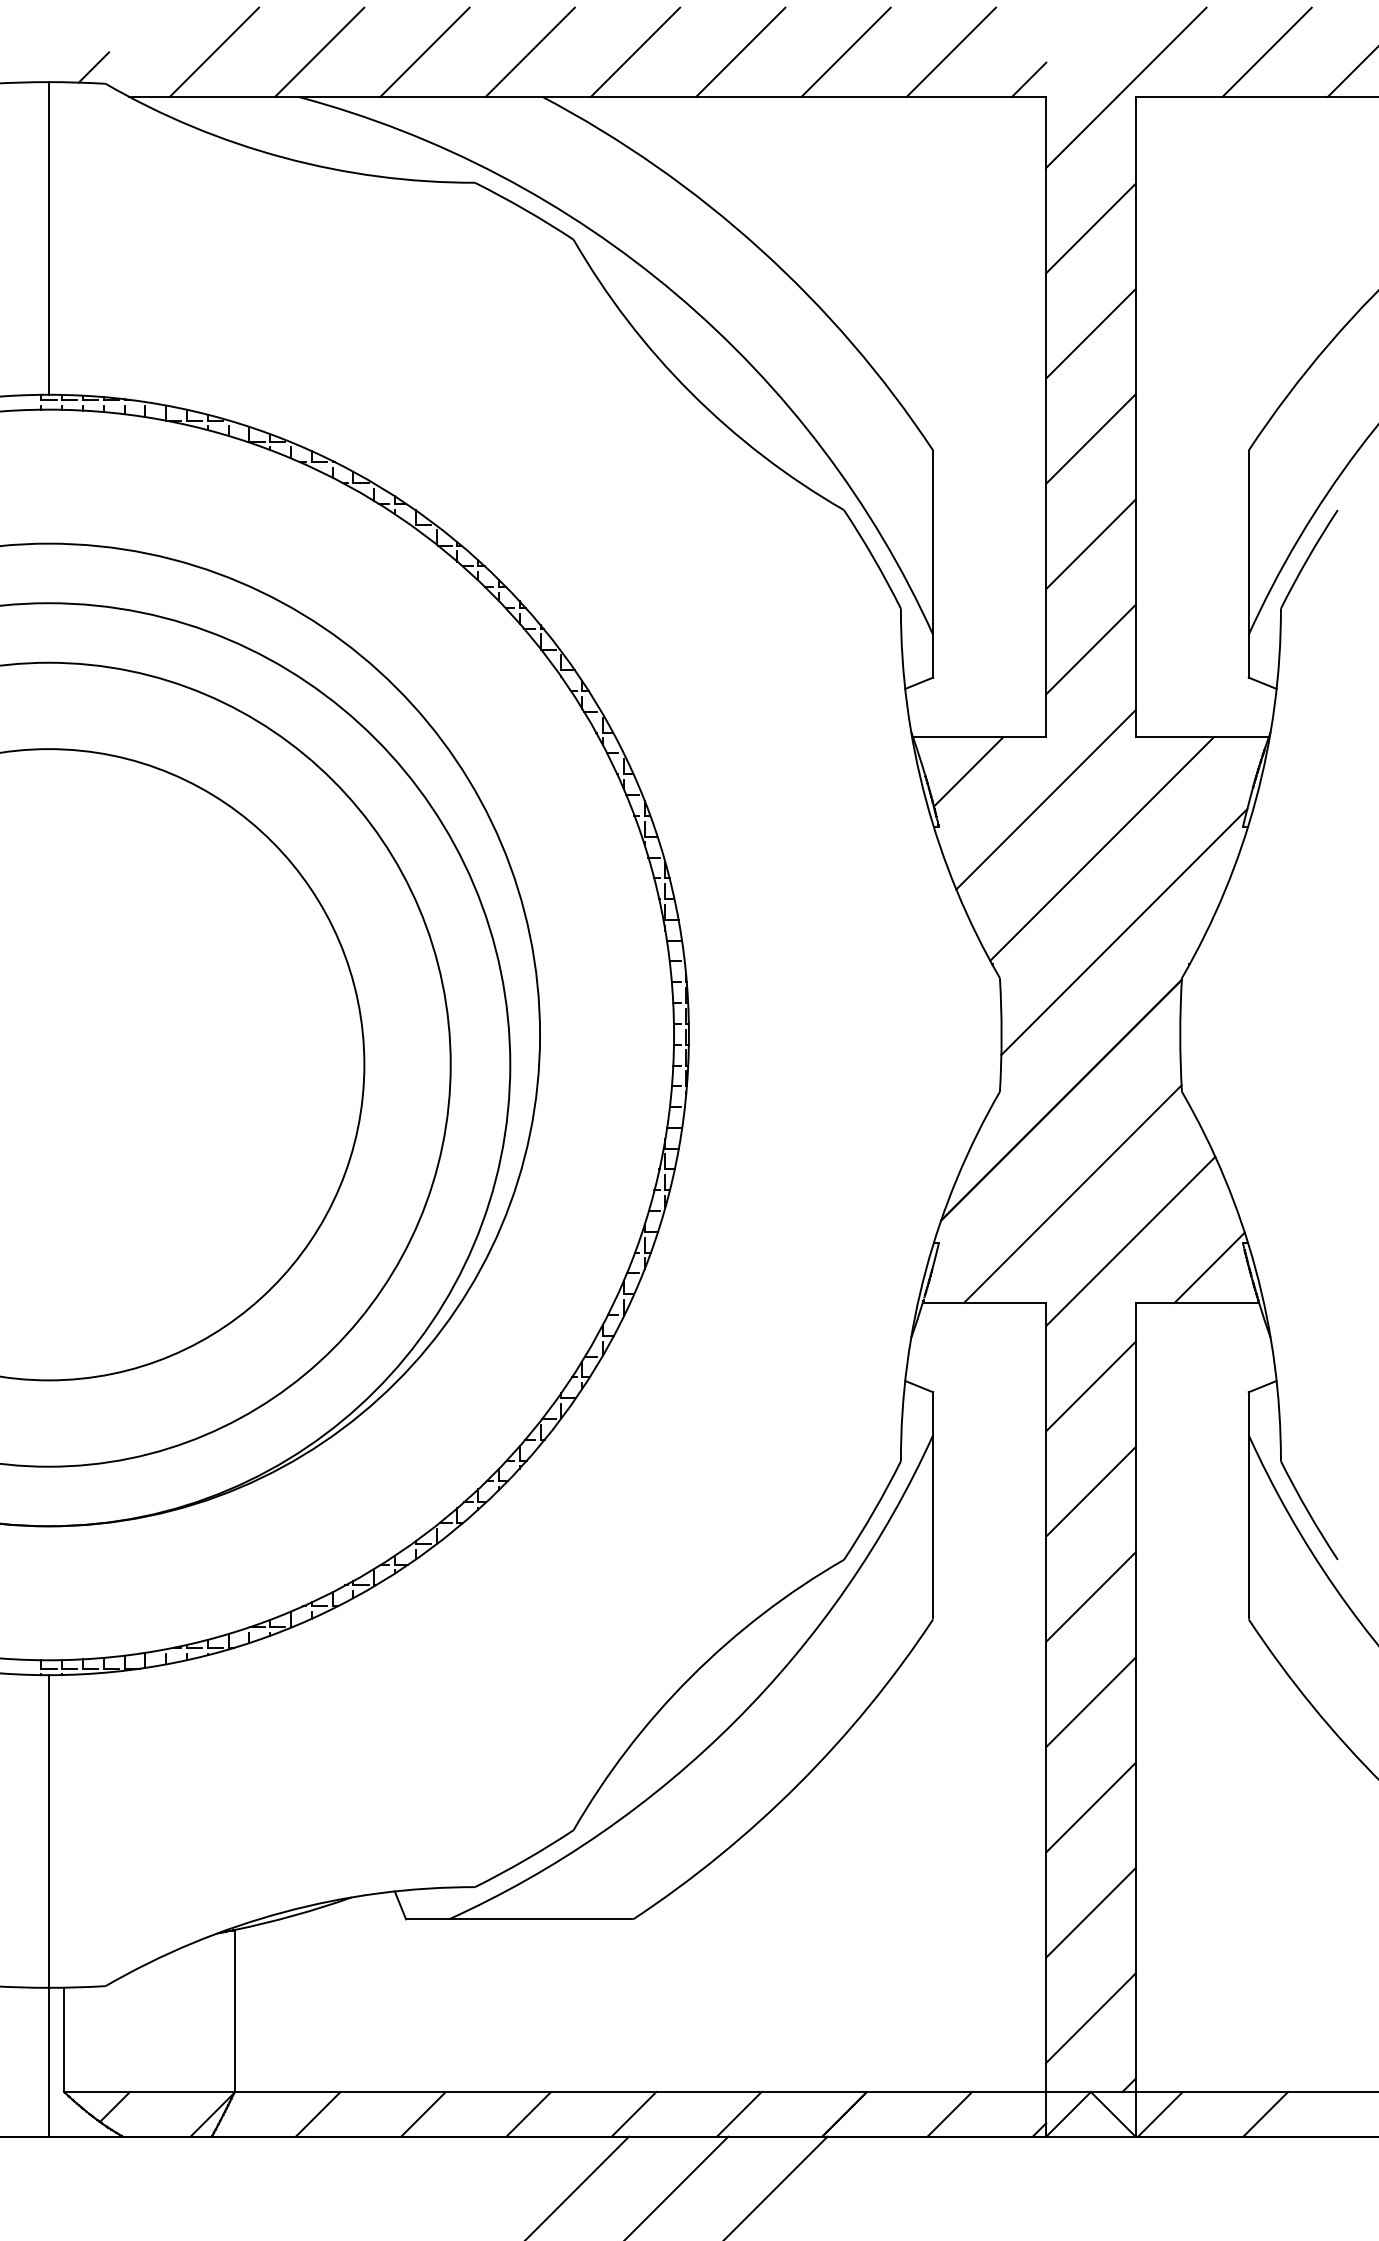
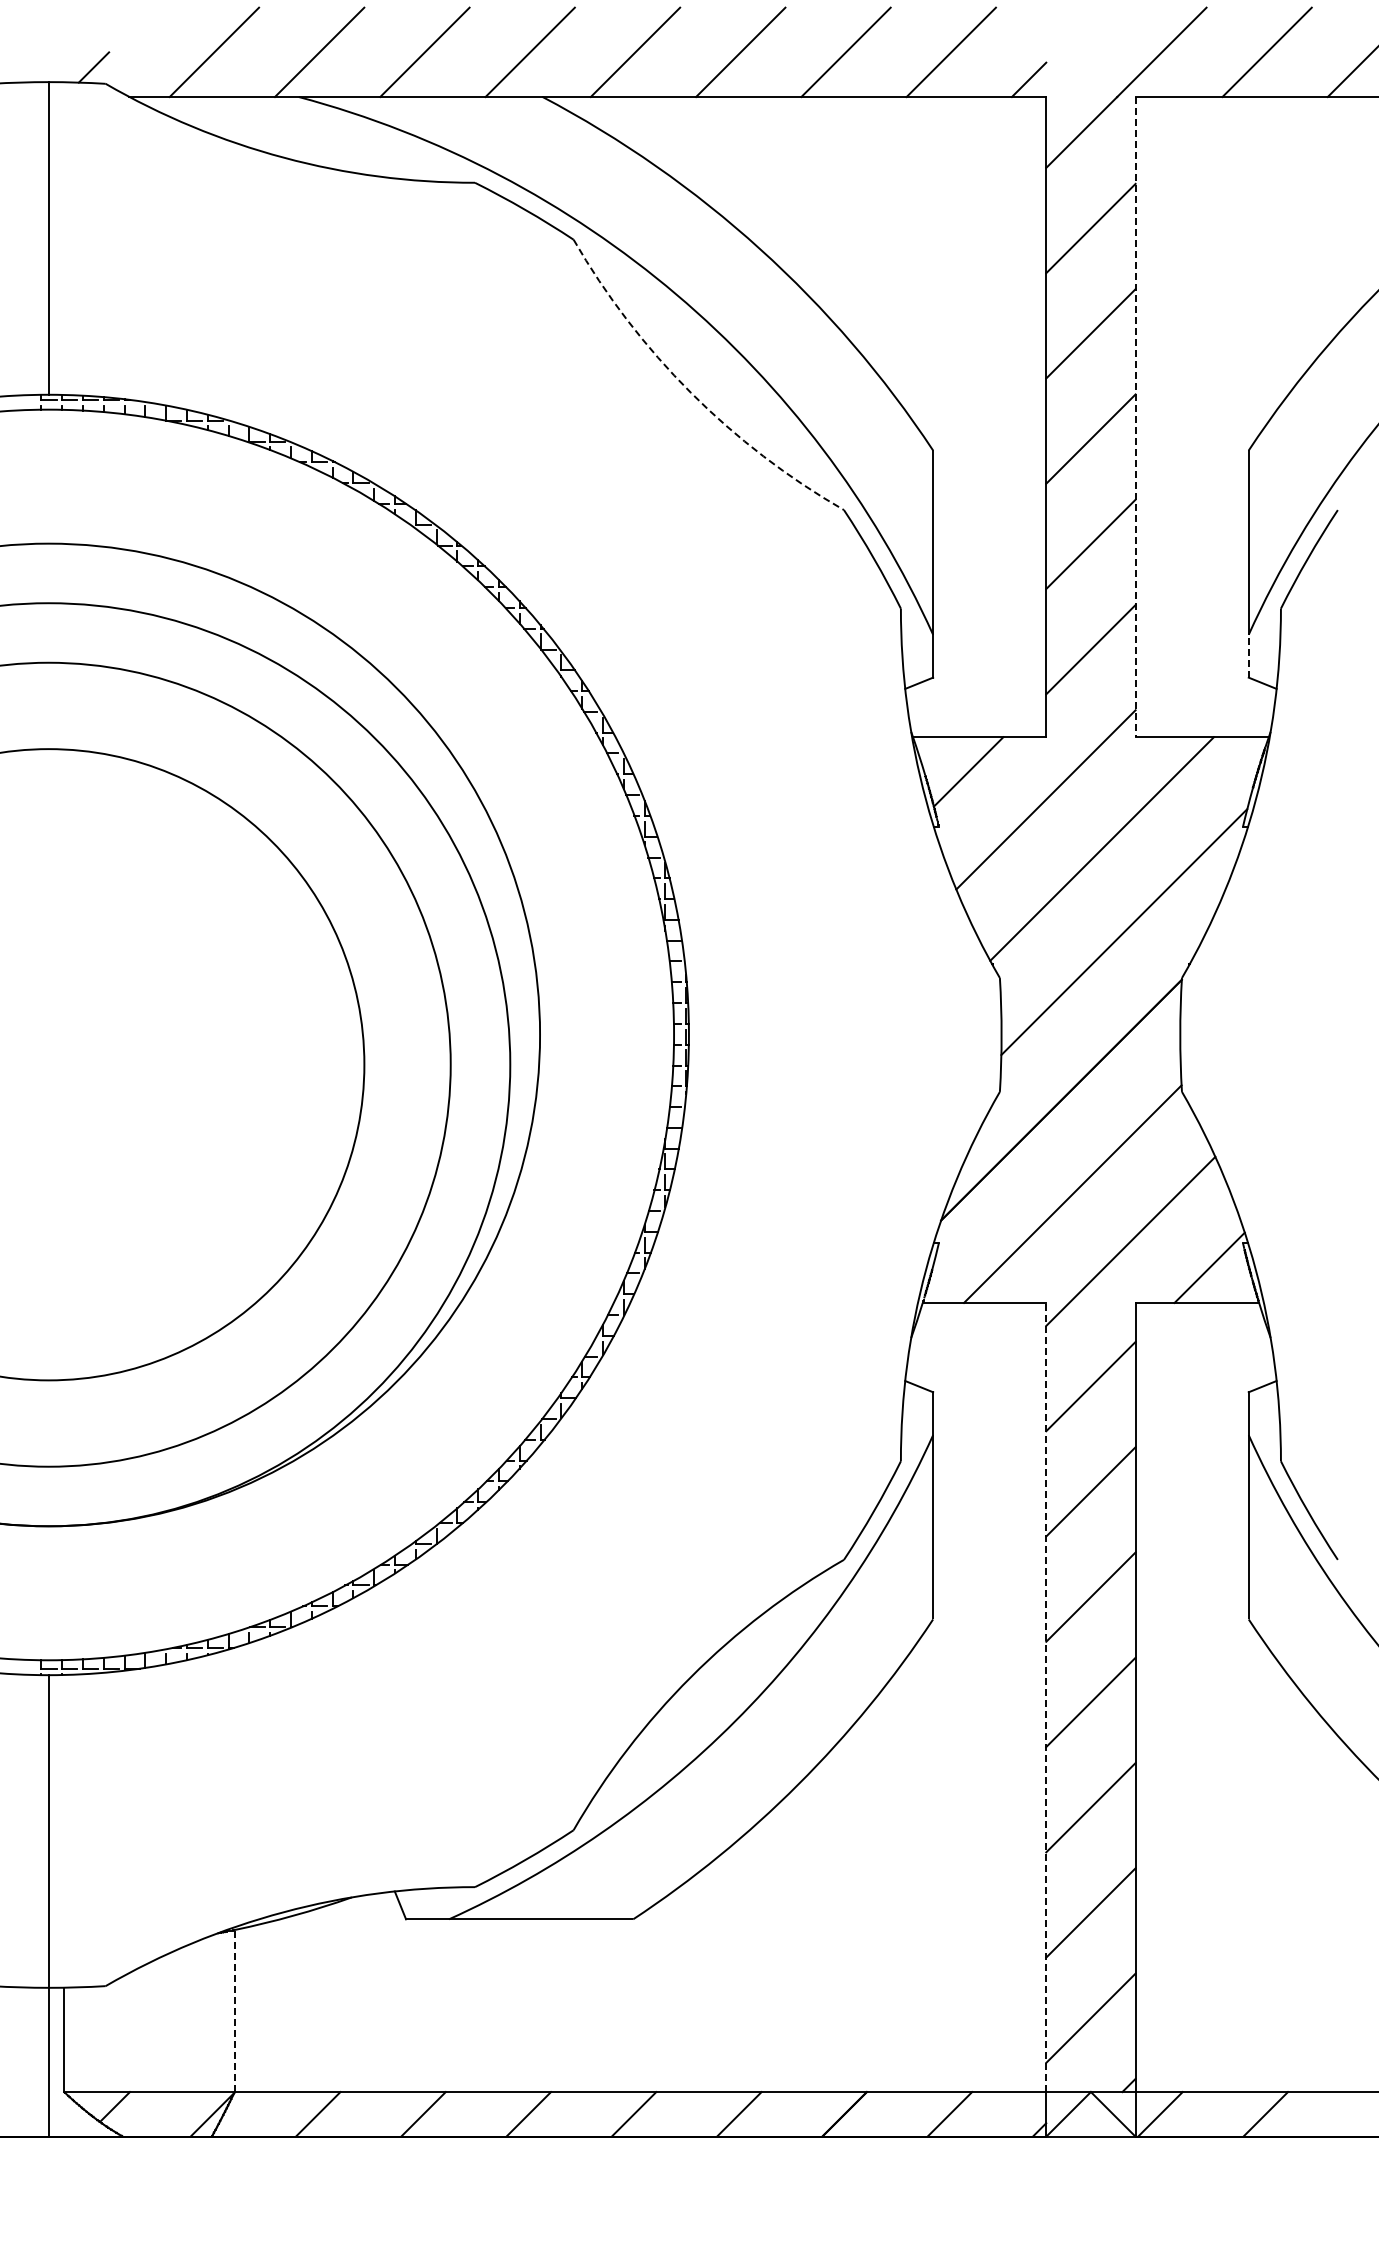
arc at (690, 392): solid -> dashed
line at (1135, 417): solid -> dashed
line at (1248, 655): solid -> dashed
line at (1046, 1697): solid -> dashed
line at (234, 2010): solid -> dashed
line at (578, 2186): present -> none
line at (677, 2186): present -> none
line at (776, 2186): present -> none
